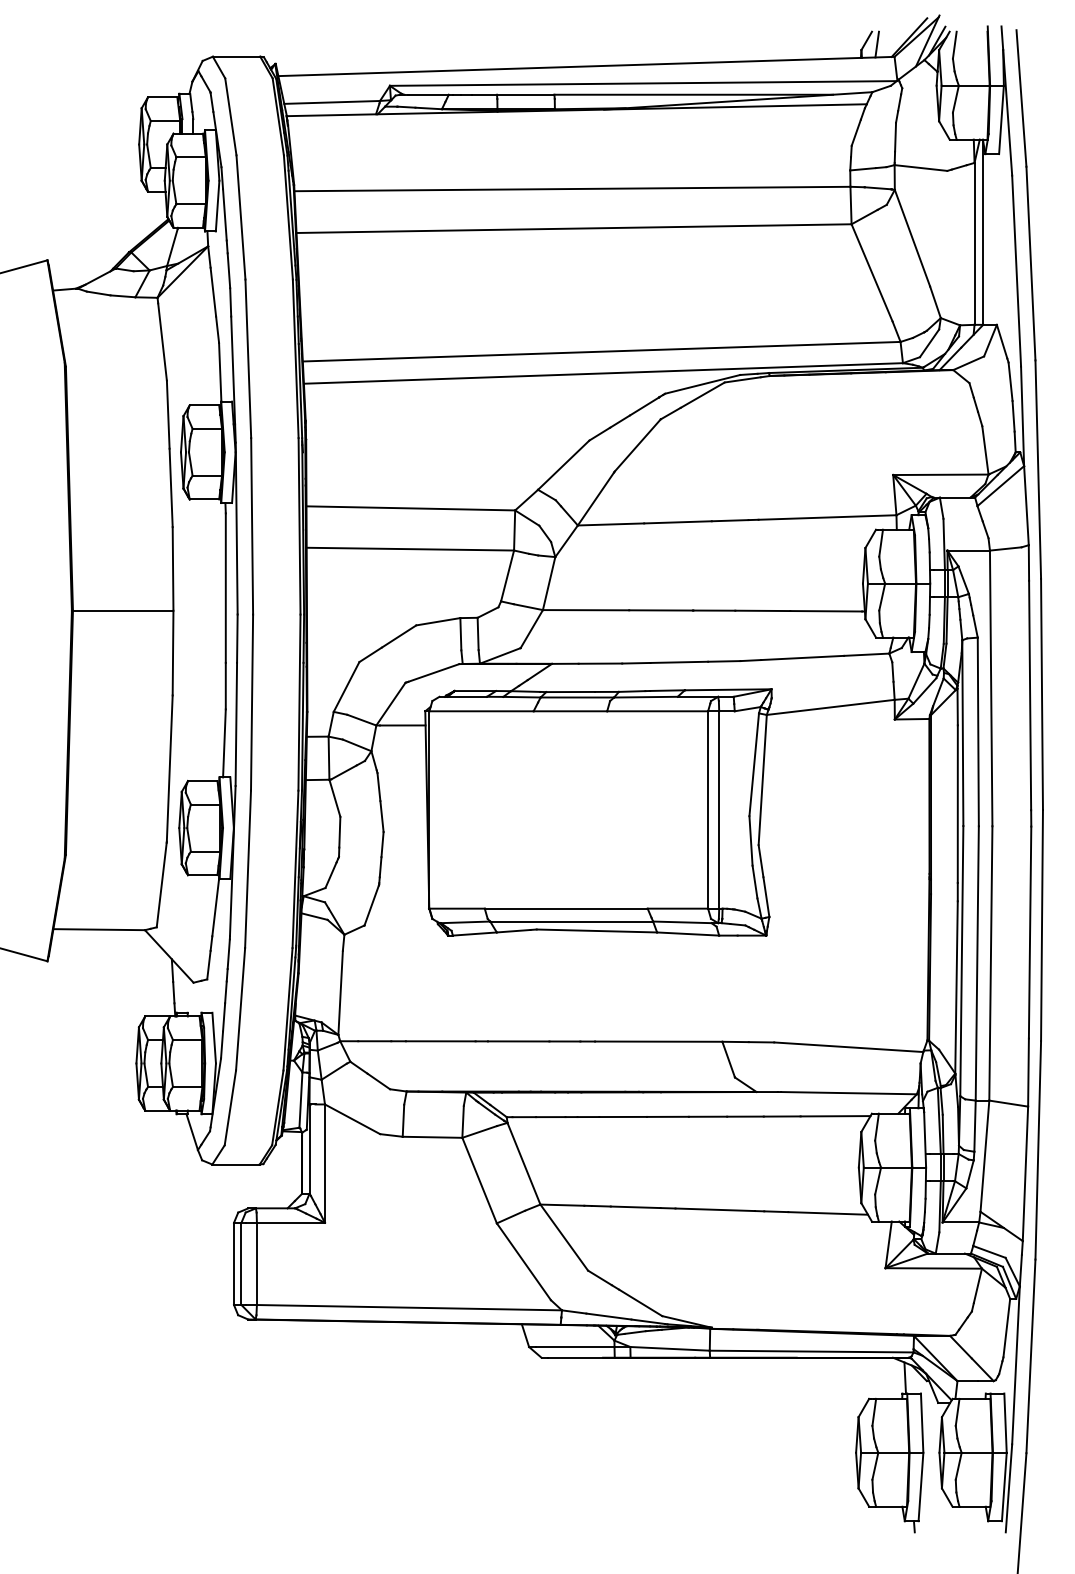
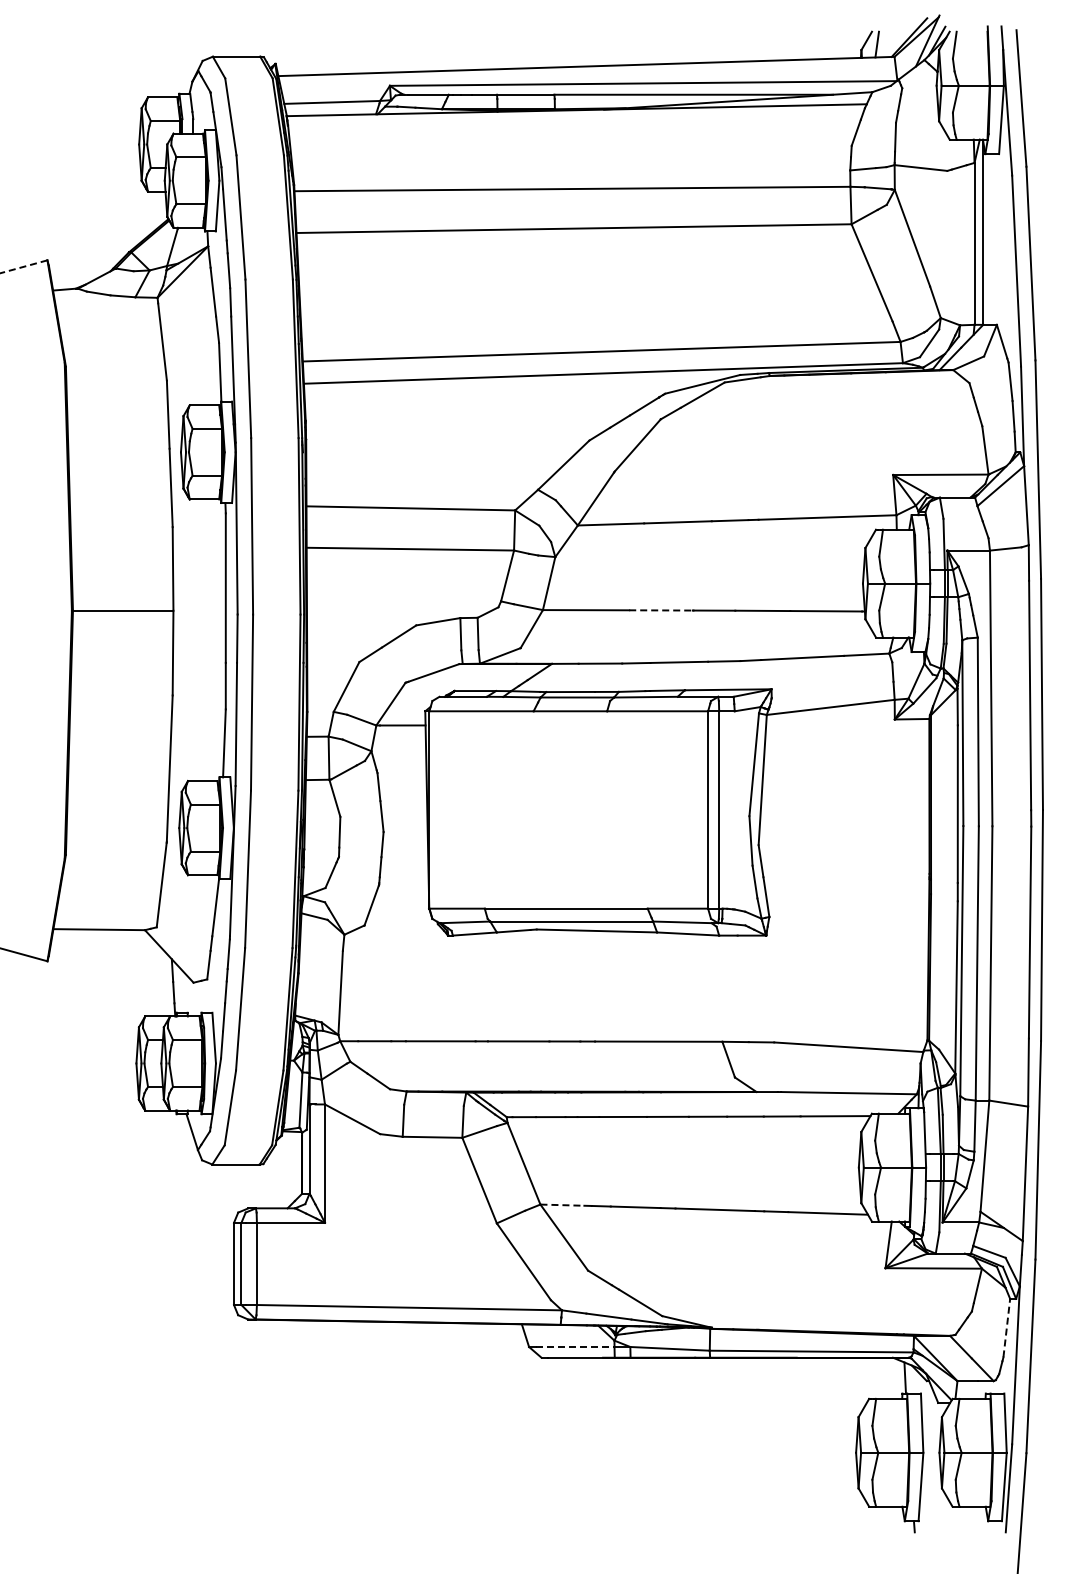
line at (23, 266): solid -> dashed
line at (661, 610): solid -> dashed
line at (562, 1205): solid -> dashed
line at (1006, 1327): solid -> dashed
line at (575, 1346): solid -> dashed
